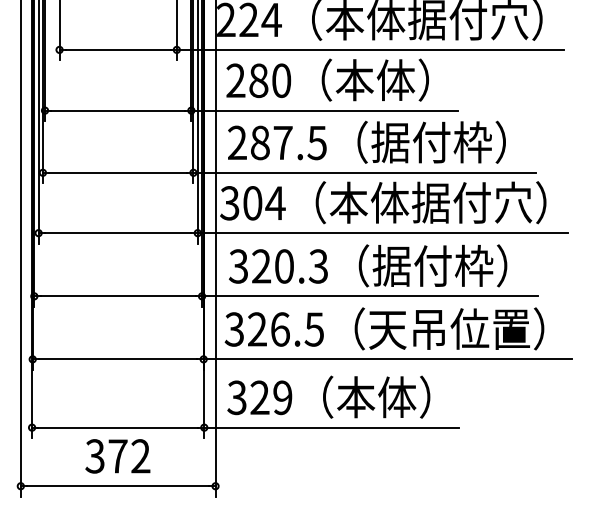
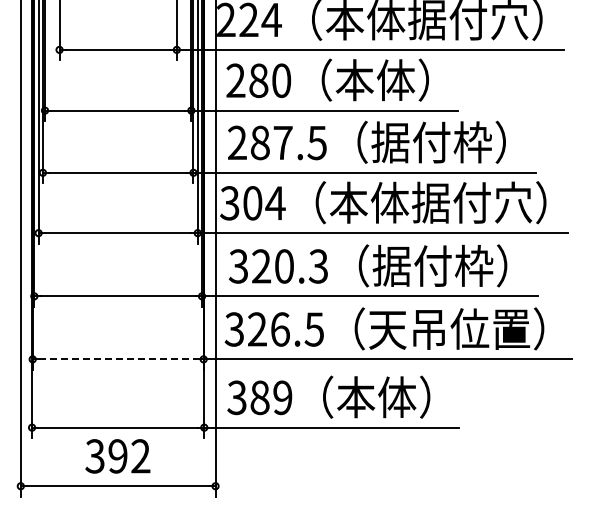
line at (118, 359): solid -> dashed
text at (259, 397): 329 -> 389
text at (117, 456): 372 -> 392
